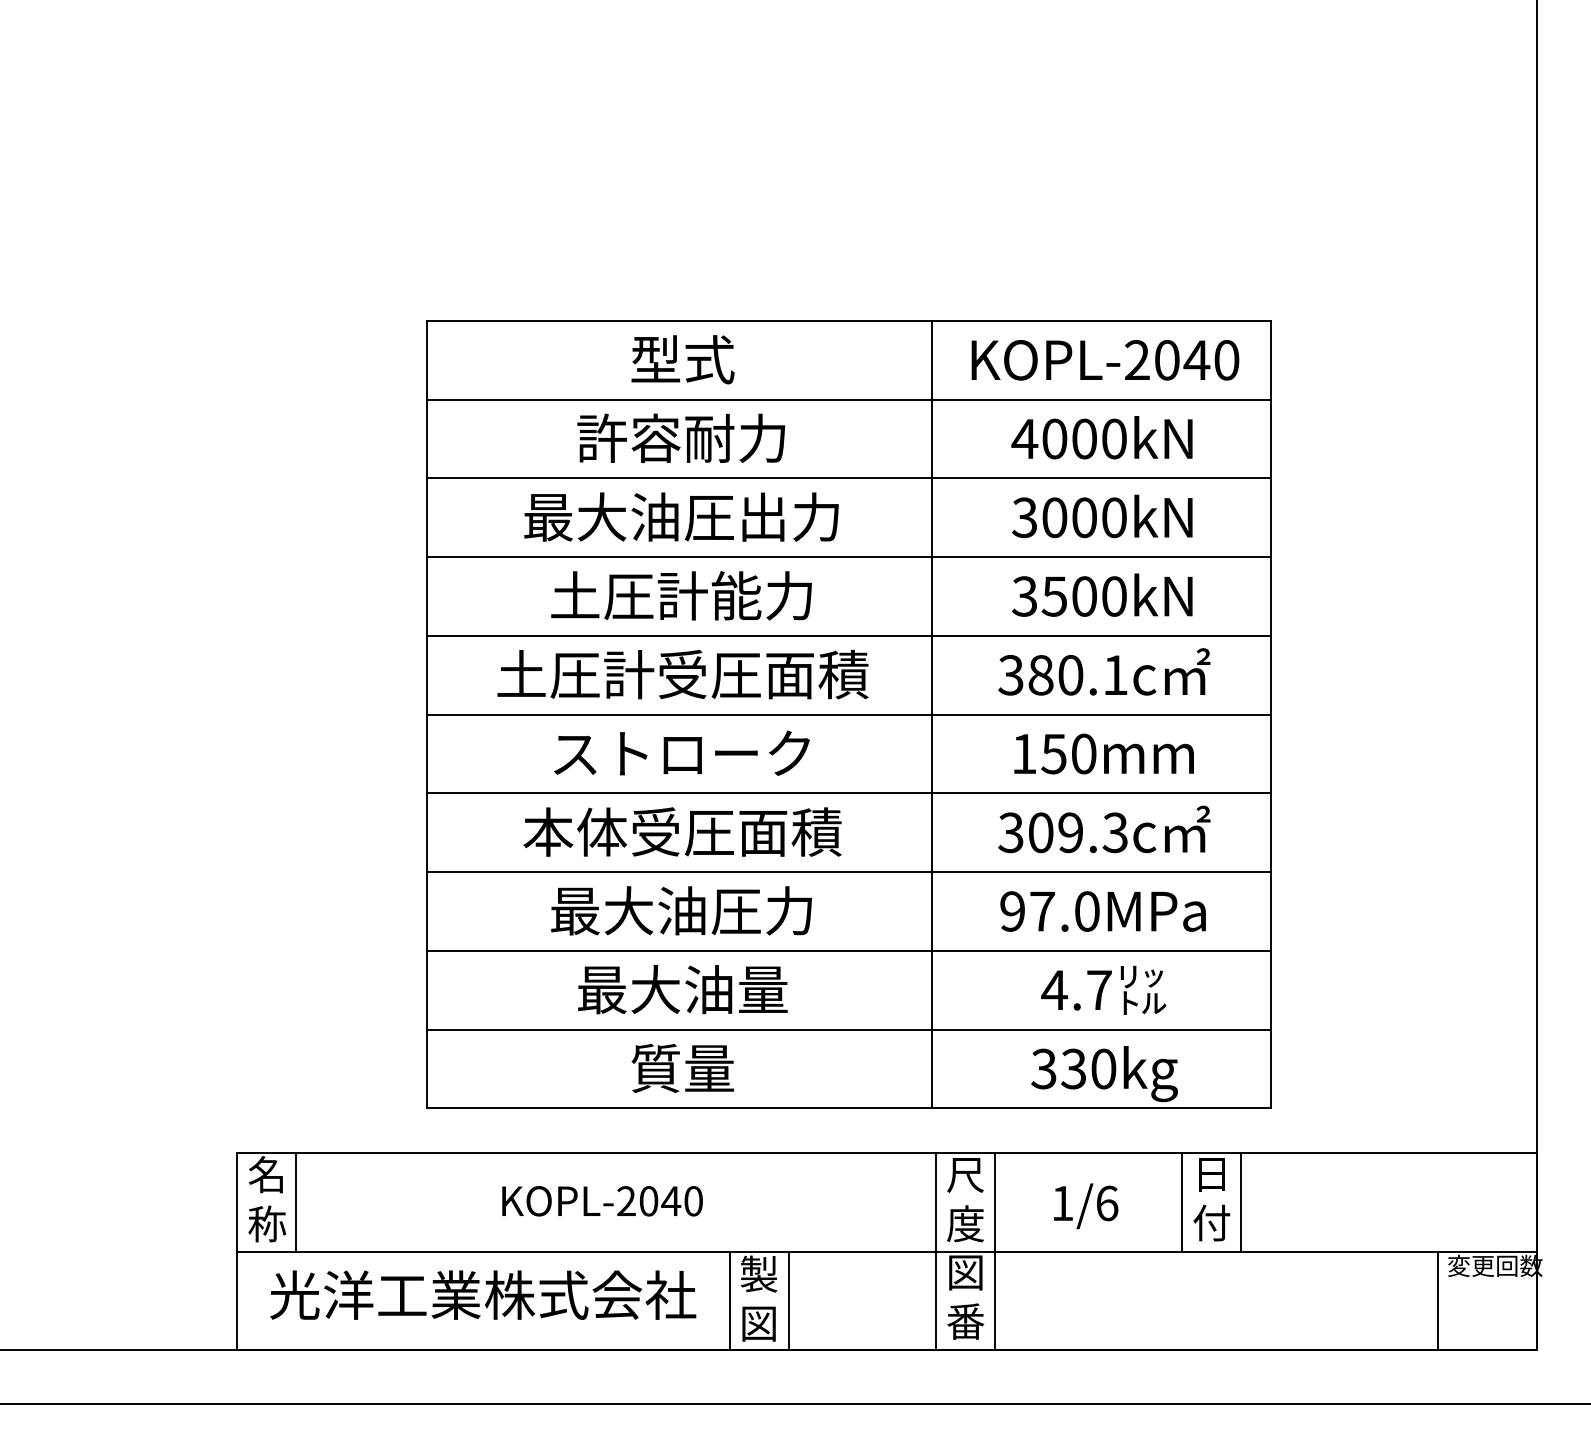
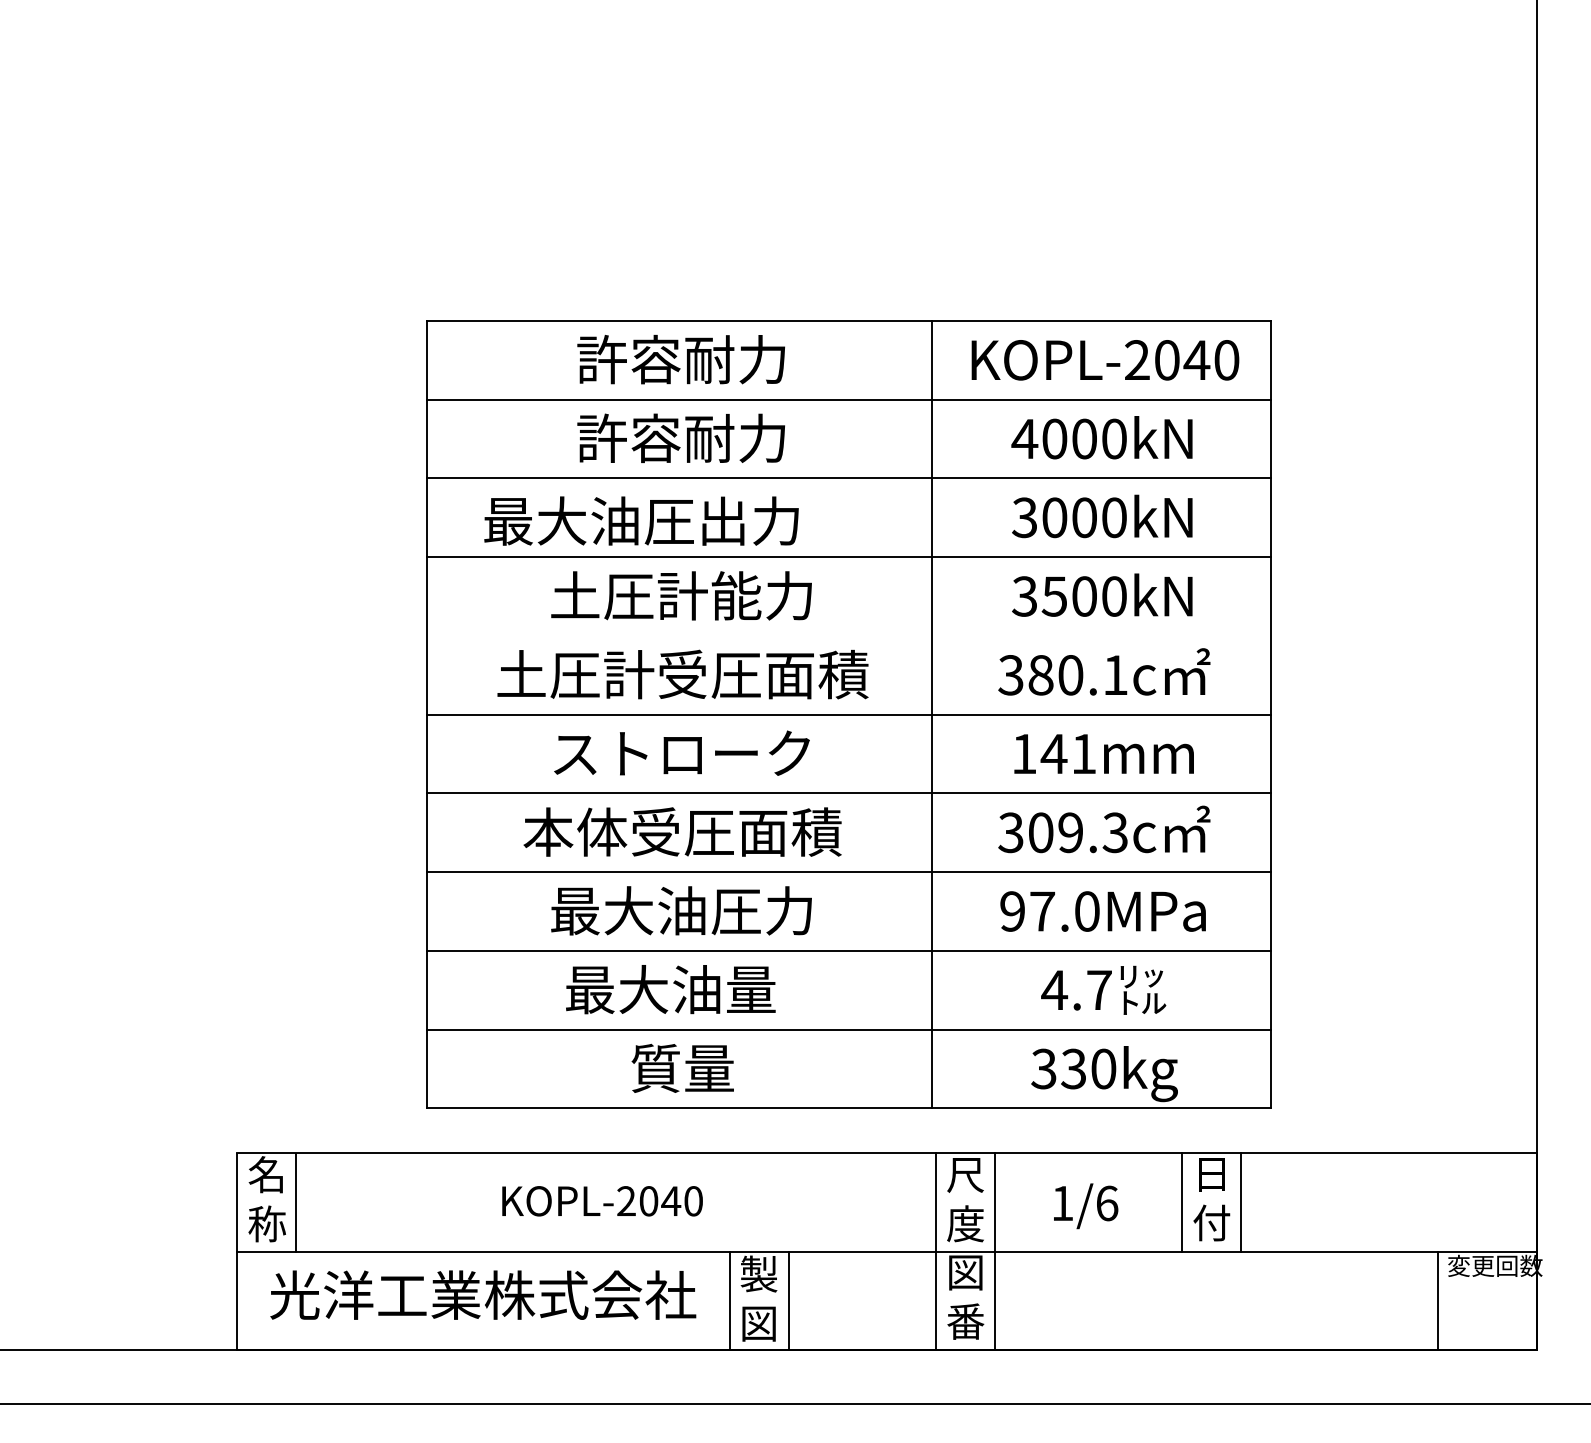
text at (681, 359): 型式 -> 許容耐力
text at (681, 516) position: (681, 516) -> (641, 520)
line at (848, 635): present -> none
text at (1068, 753): 150mm -> 141mm
text at (682, 989) position: (682, 989) -> (670, 989)
